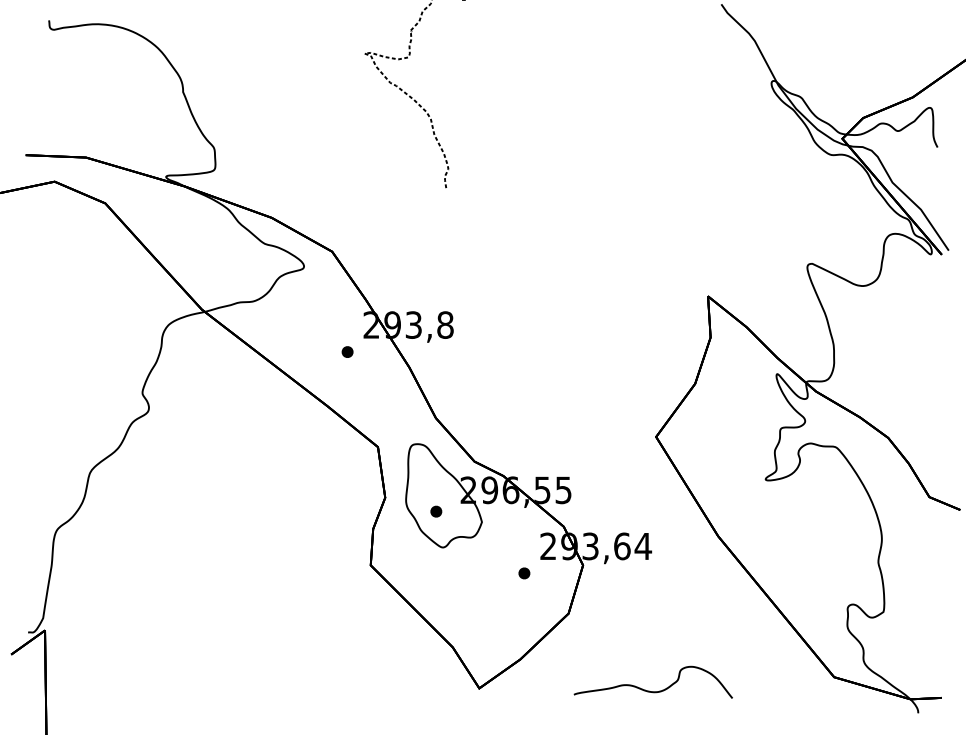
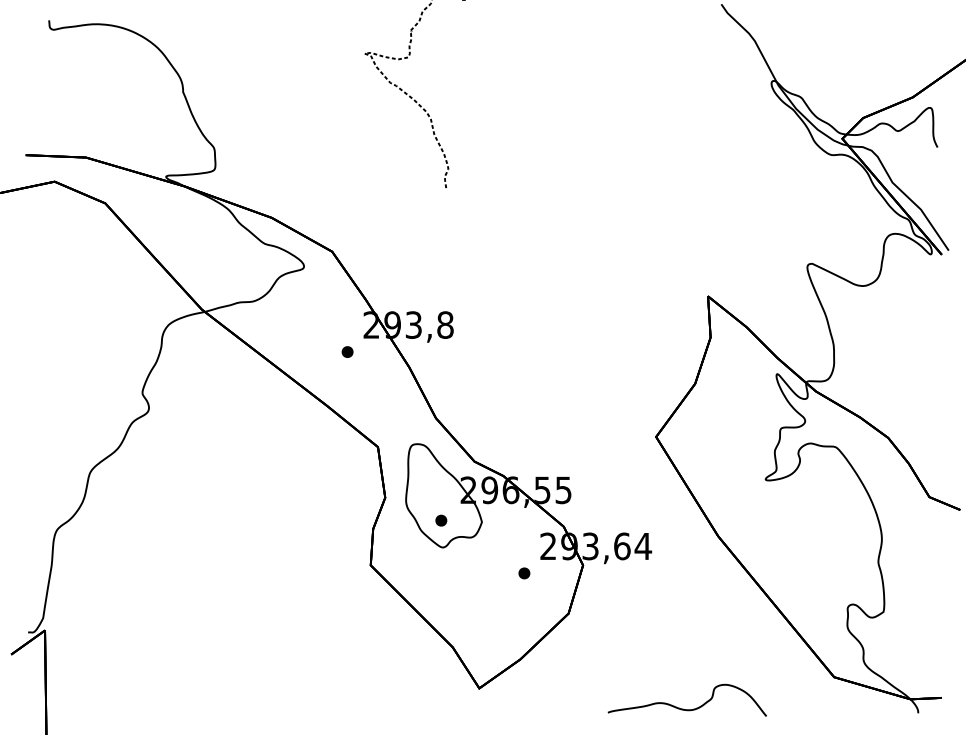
part at (436, 511) position: (436, 511) -> (441, 520)
curve at (649, 690) position: (649, 690) -> (683, 708)
